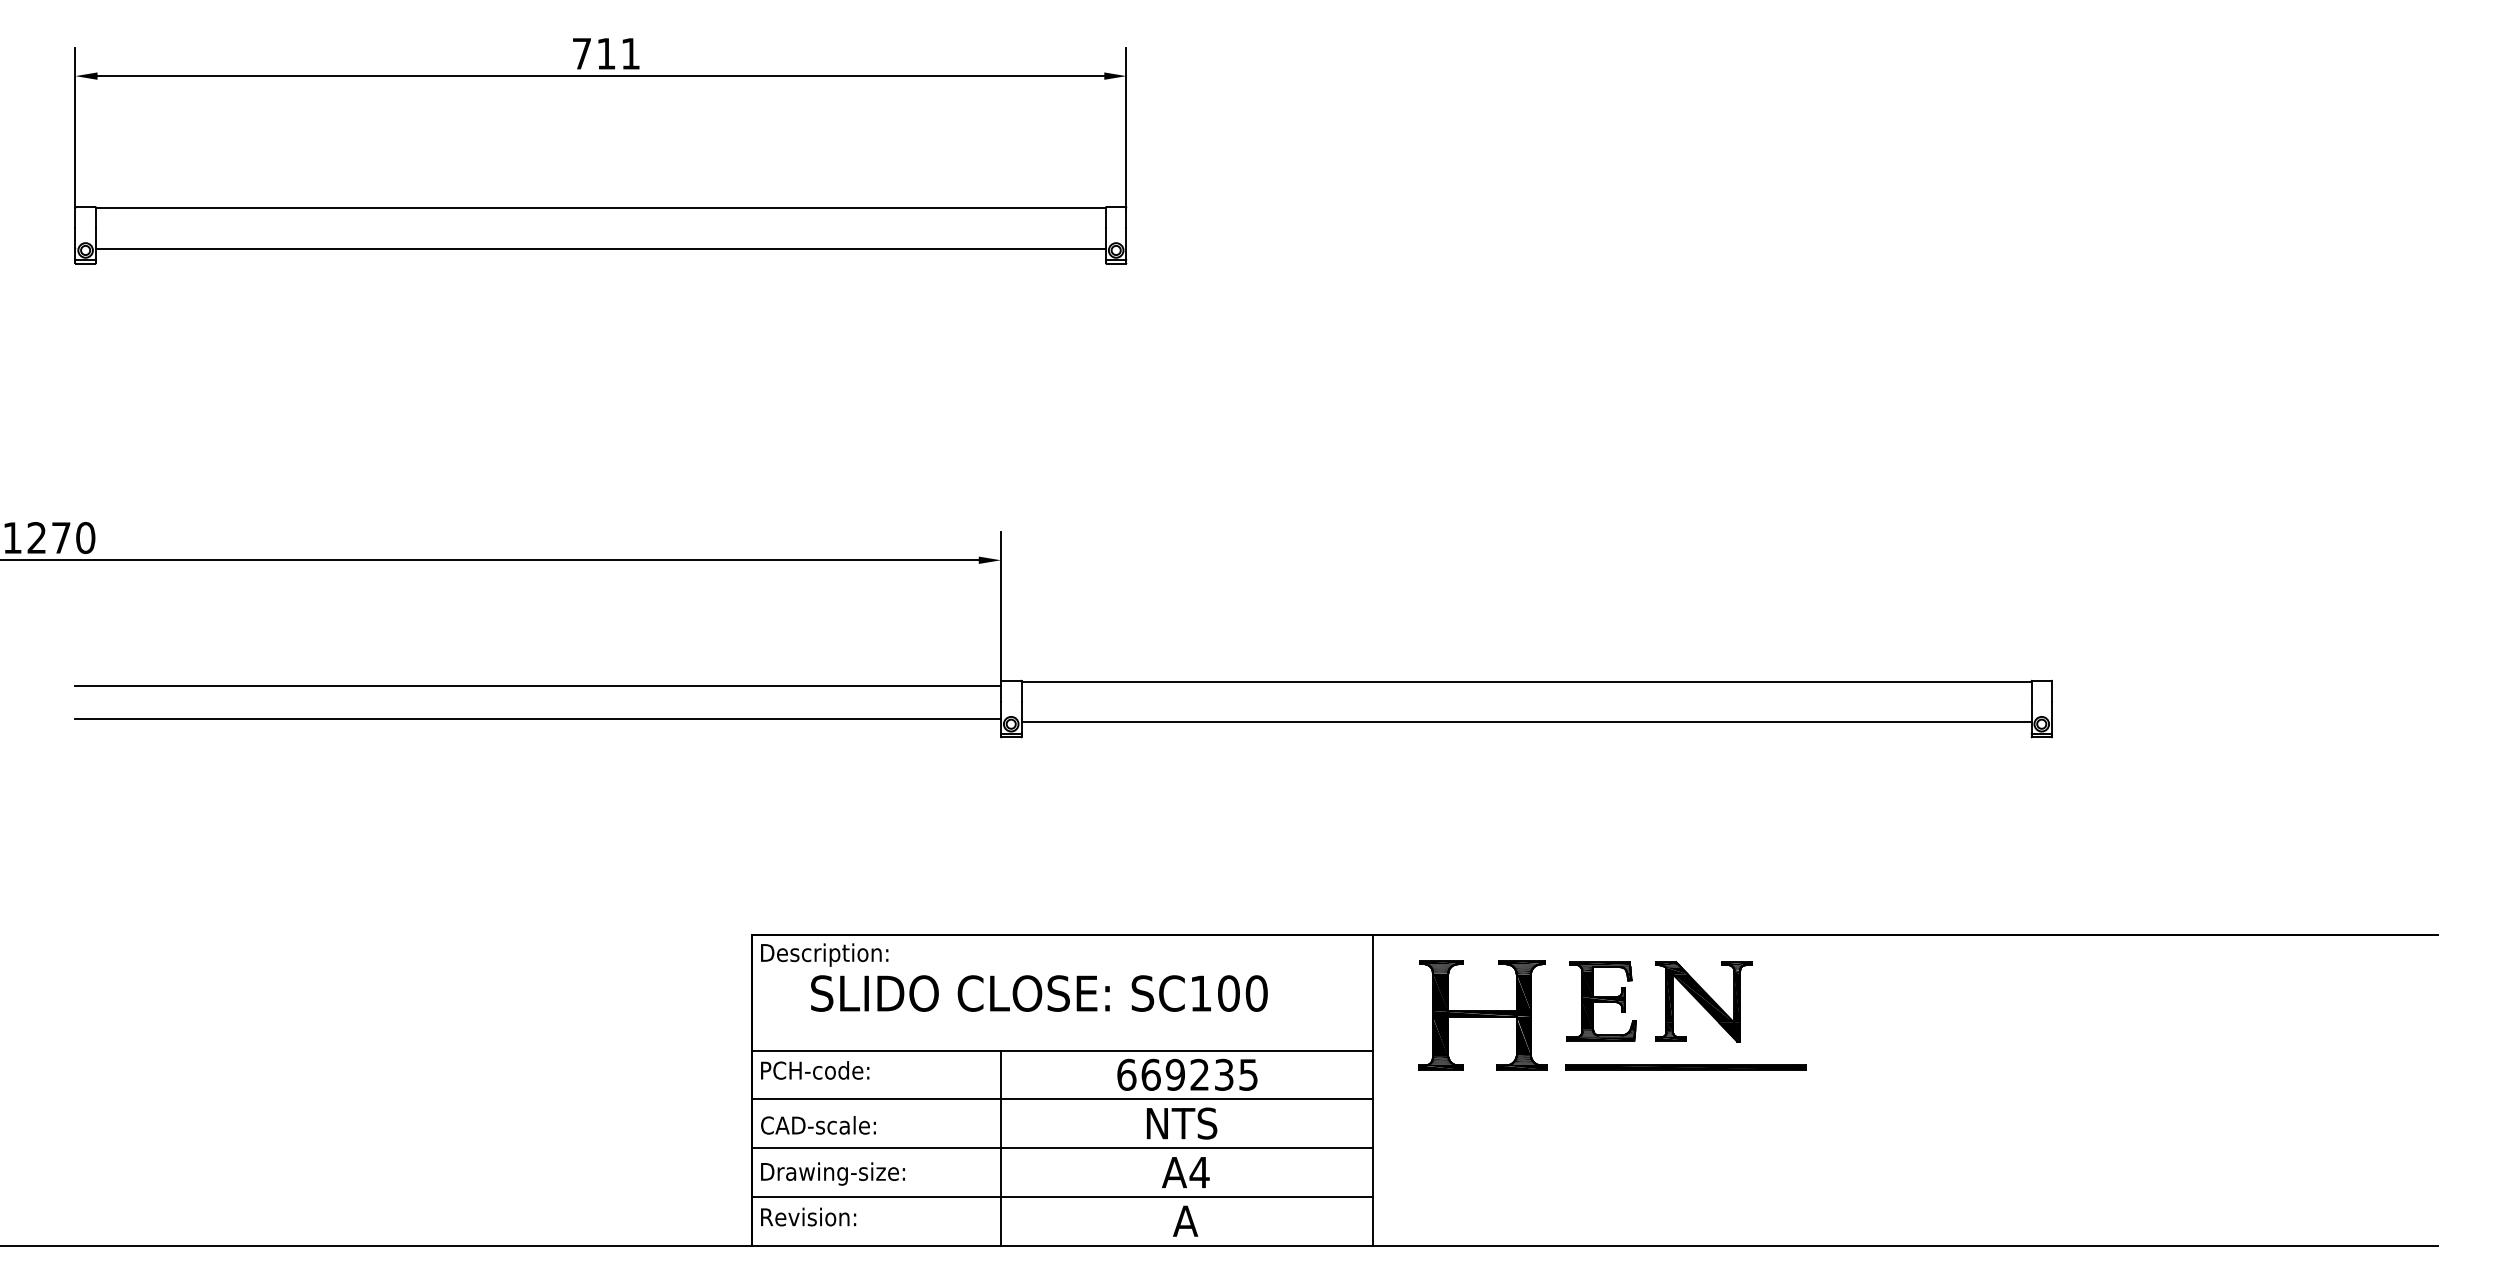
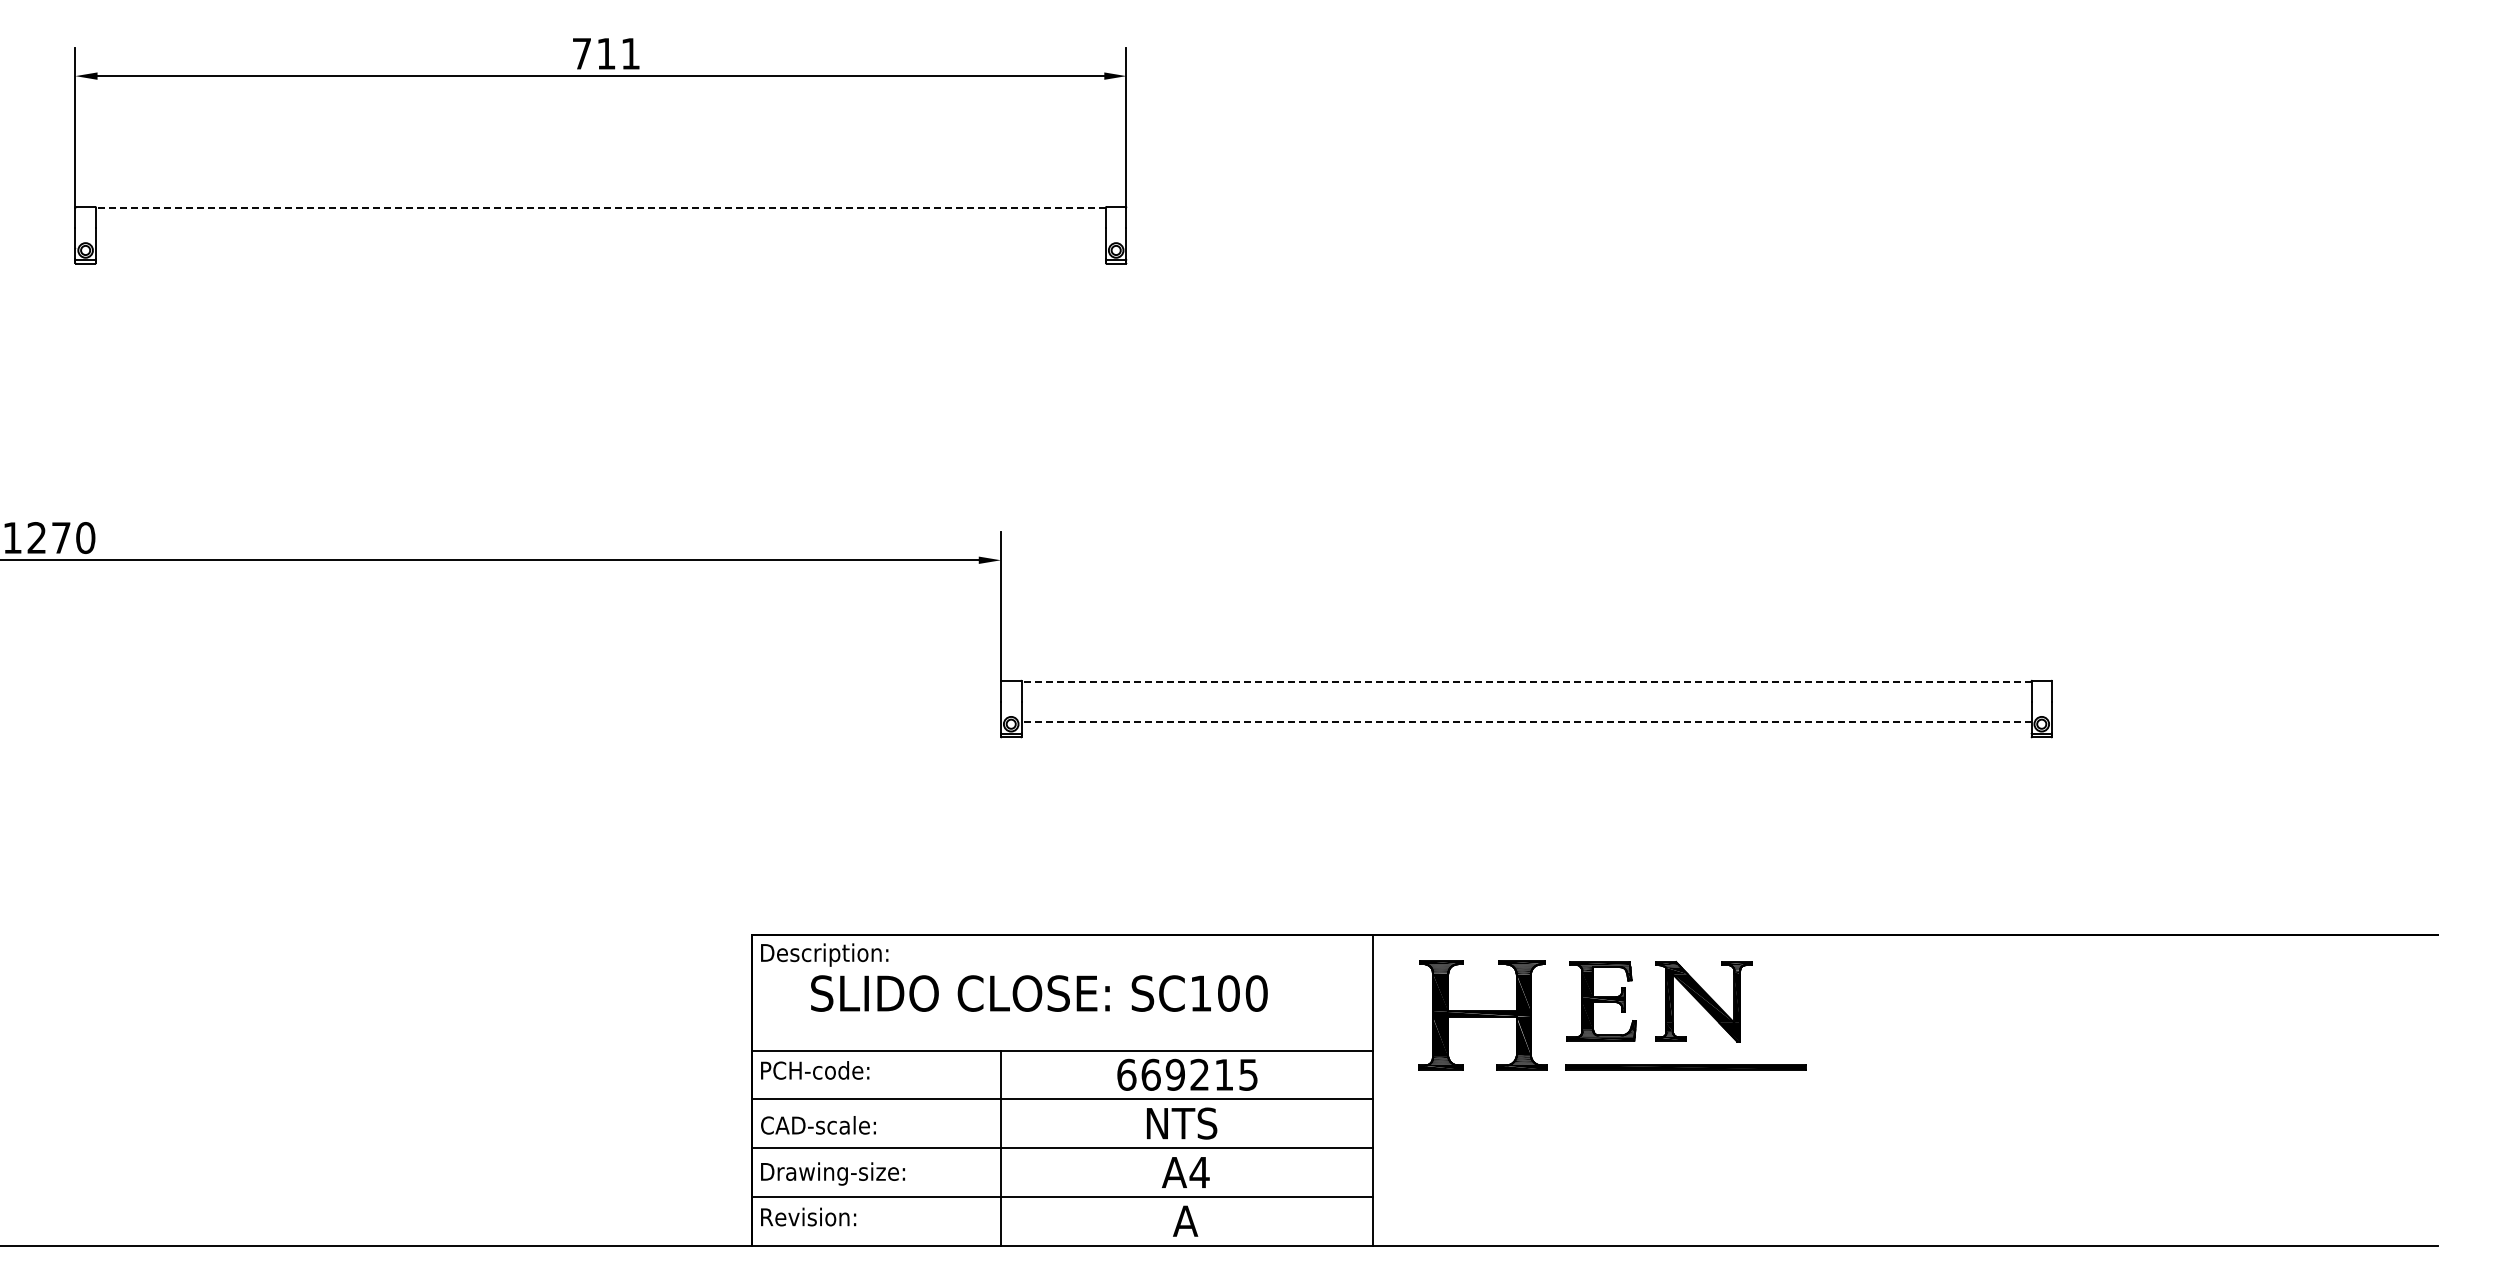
line at (600, 208): solid -> dashed
line at (600, 248): present -> none
line at (1526, 682): solid -> dashed
line at (537, 685): present -> none
line at (537, 718): present -> none
line at (1526, 722): solid -> dashed
text at (1224, 1074): 669235 -> 669215
